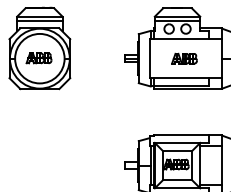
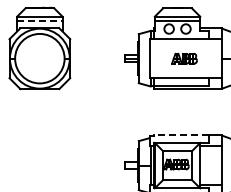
line at (39, 21): solid -> dashed
part at (38, 58): present -> none
line at (181, 135): solid -> dashed
